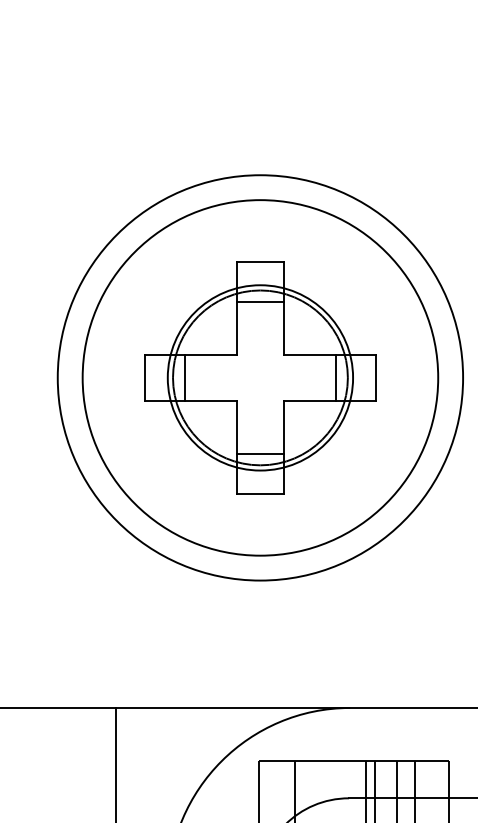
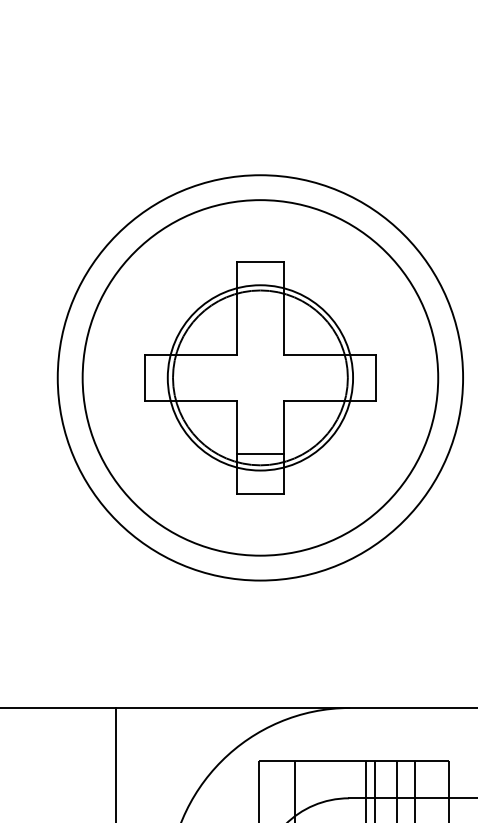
line at (260, 302): present -> none
line at (184, 377): present -> none
line at (336, 377): present -> none
